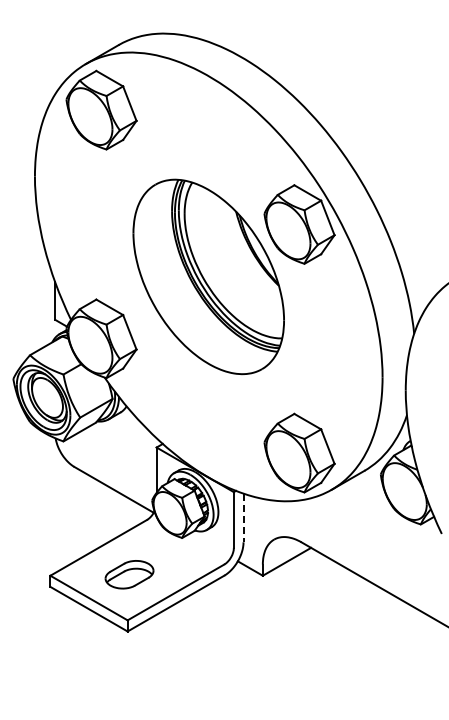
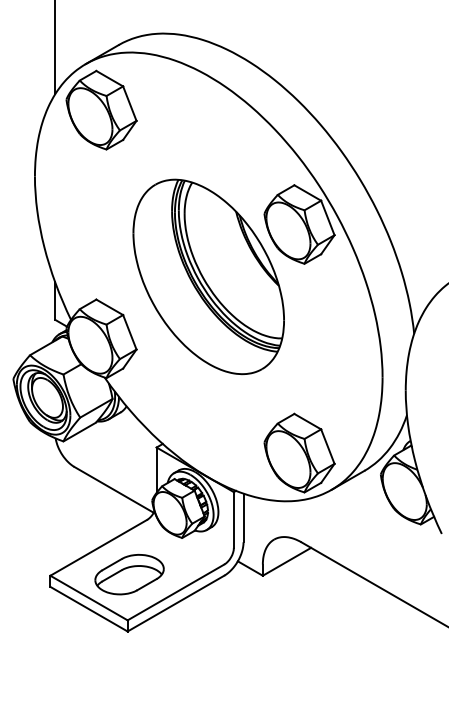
line at (55, 48): none -> present
line at (243, 518): dashed -> solid
part at (129, 574) size: 51x30 px -> 71x42 px
